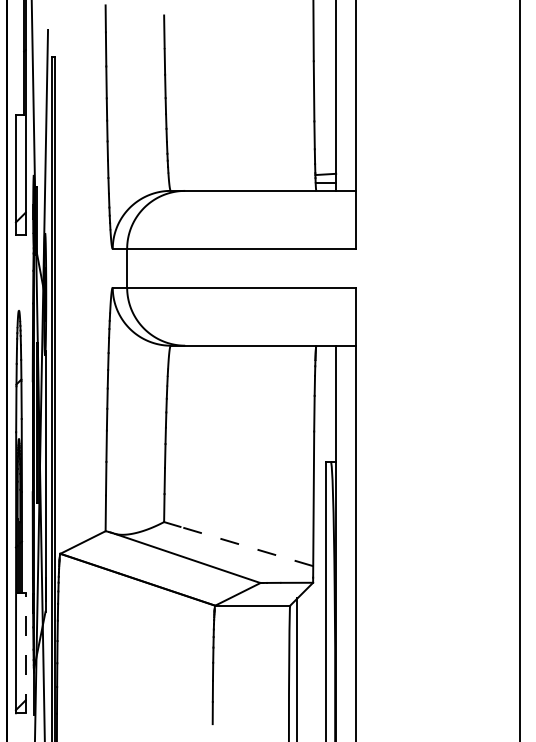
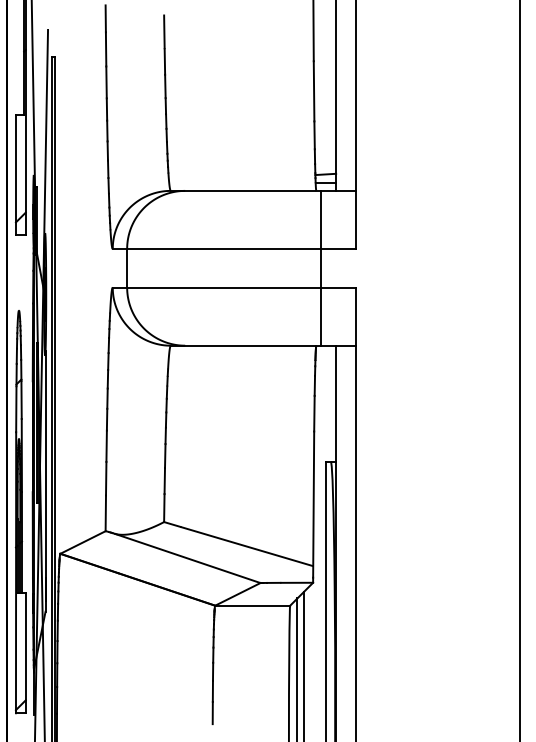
line at (320, 267): none -> present
line at (245, 546): dashed -> solid
line at (25, 652): dashed -> solid
line at (304, 664): none -> present
